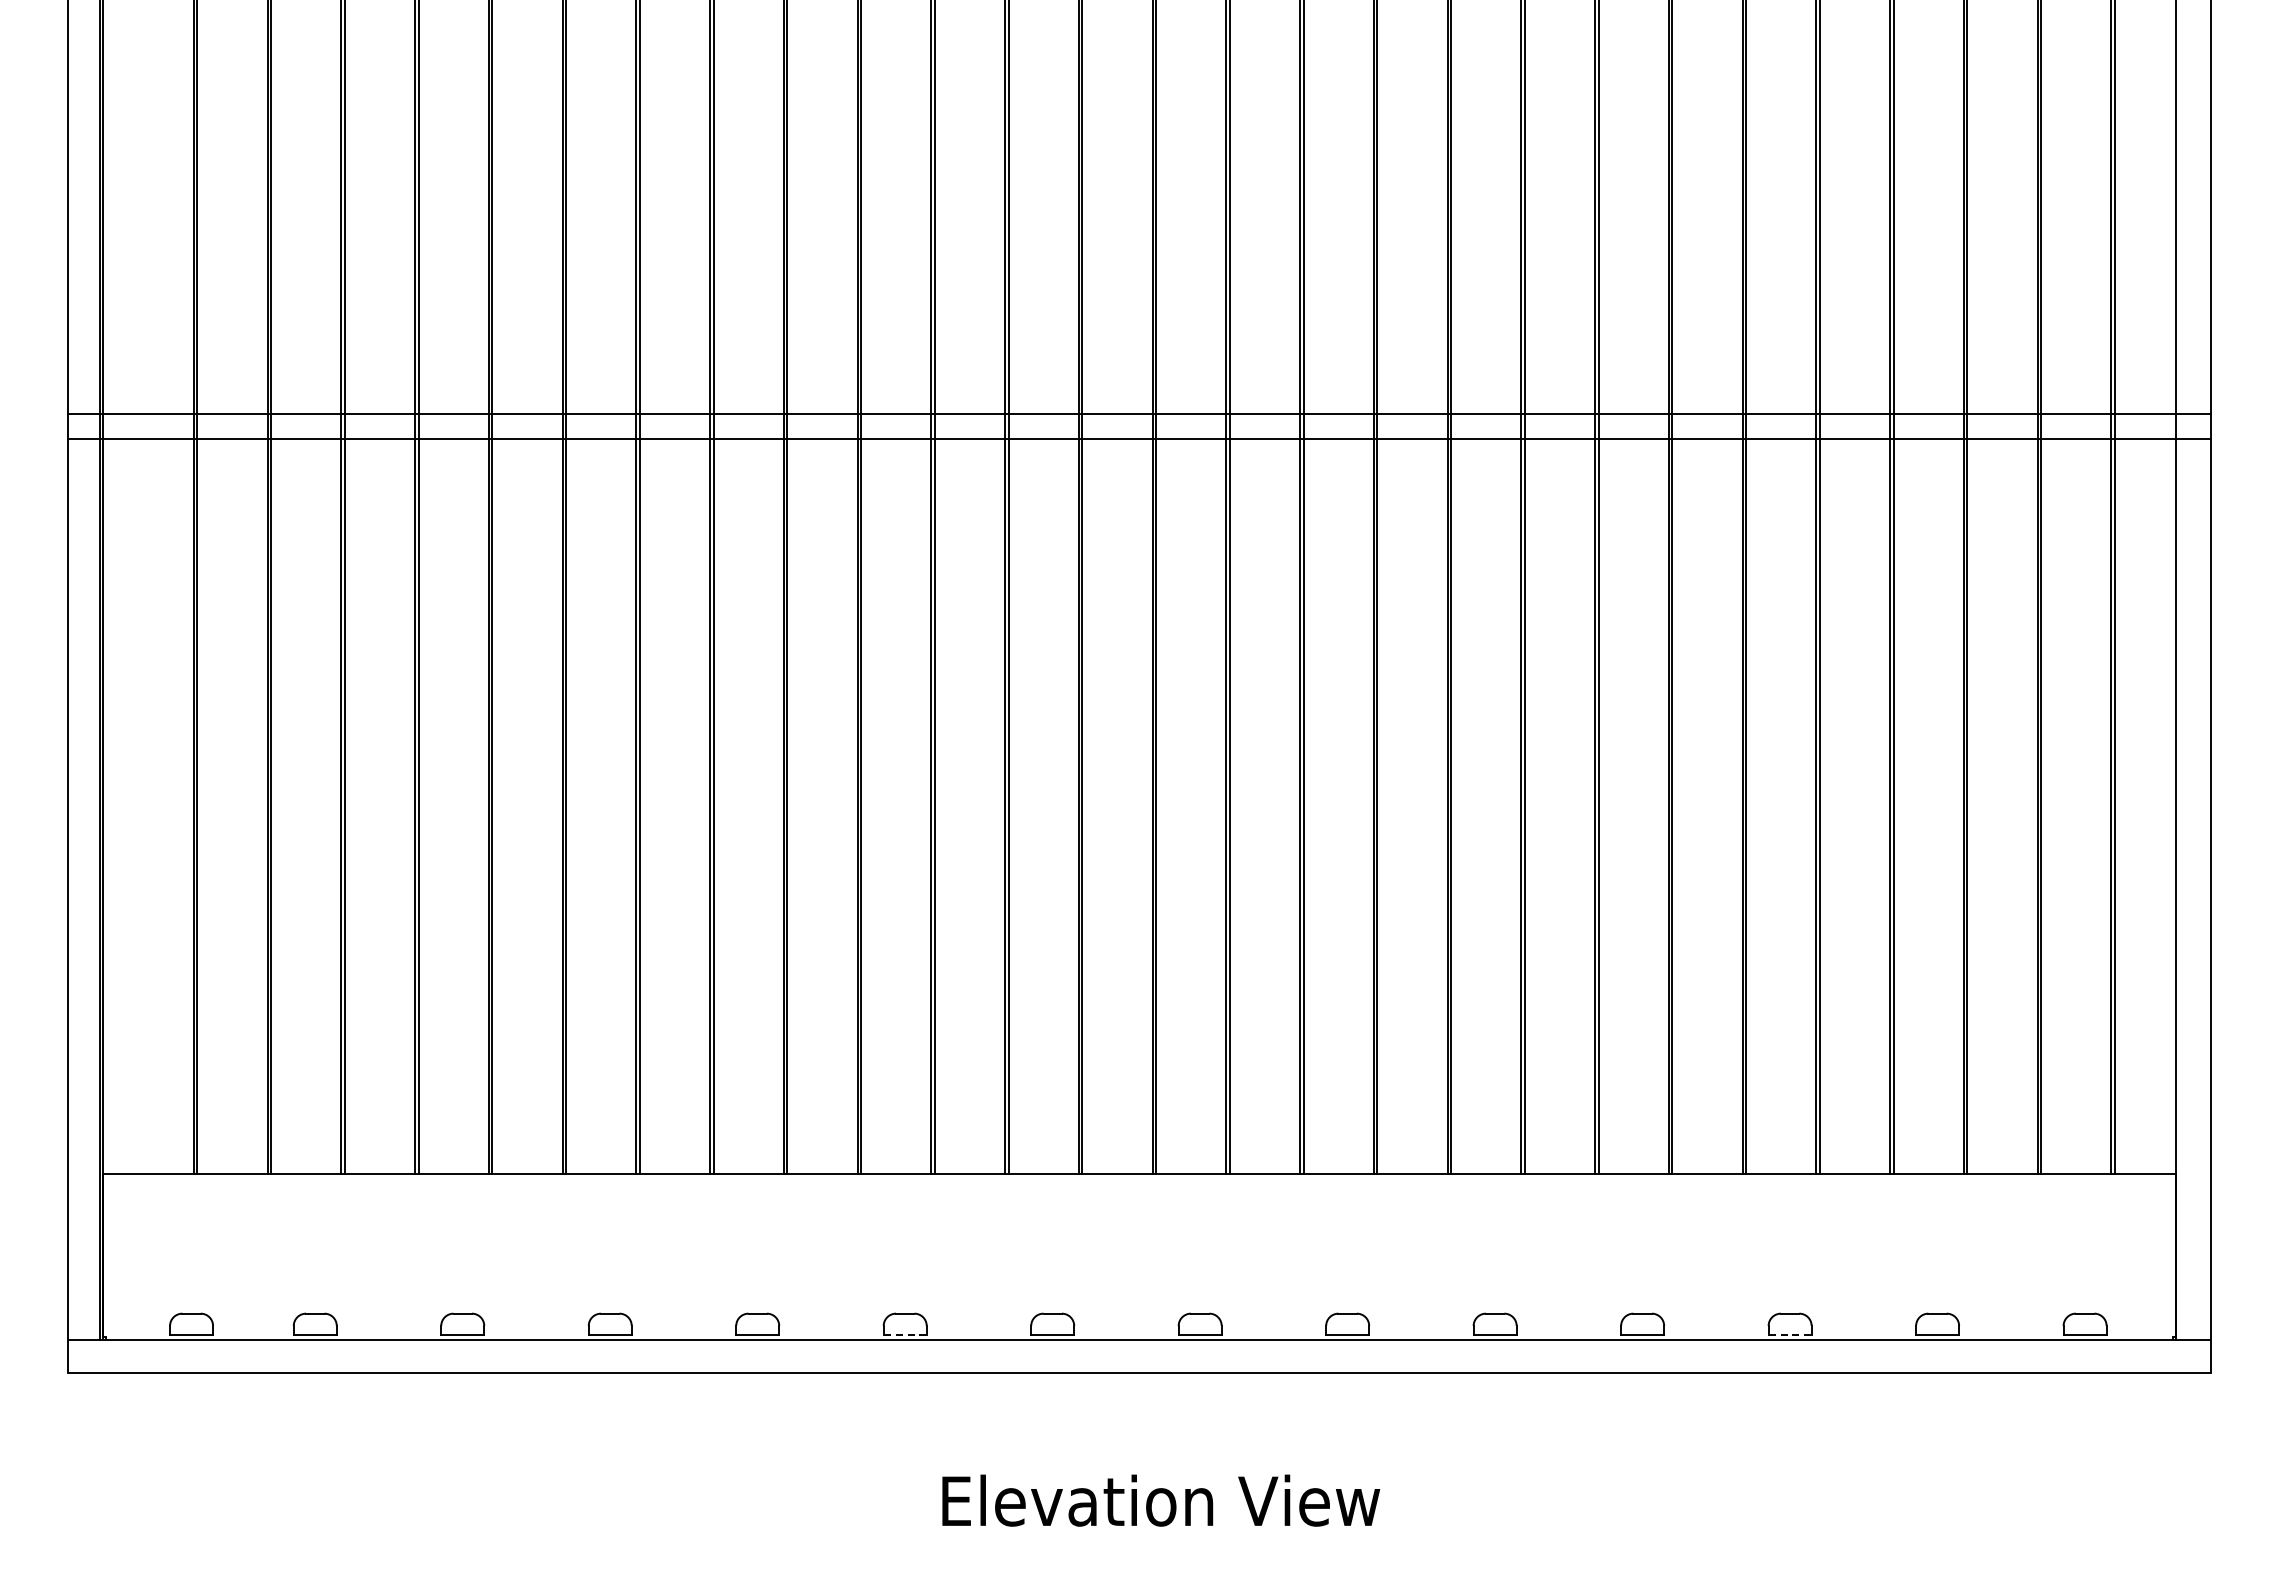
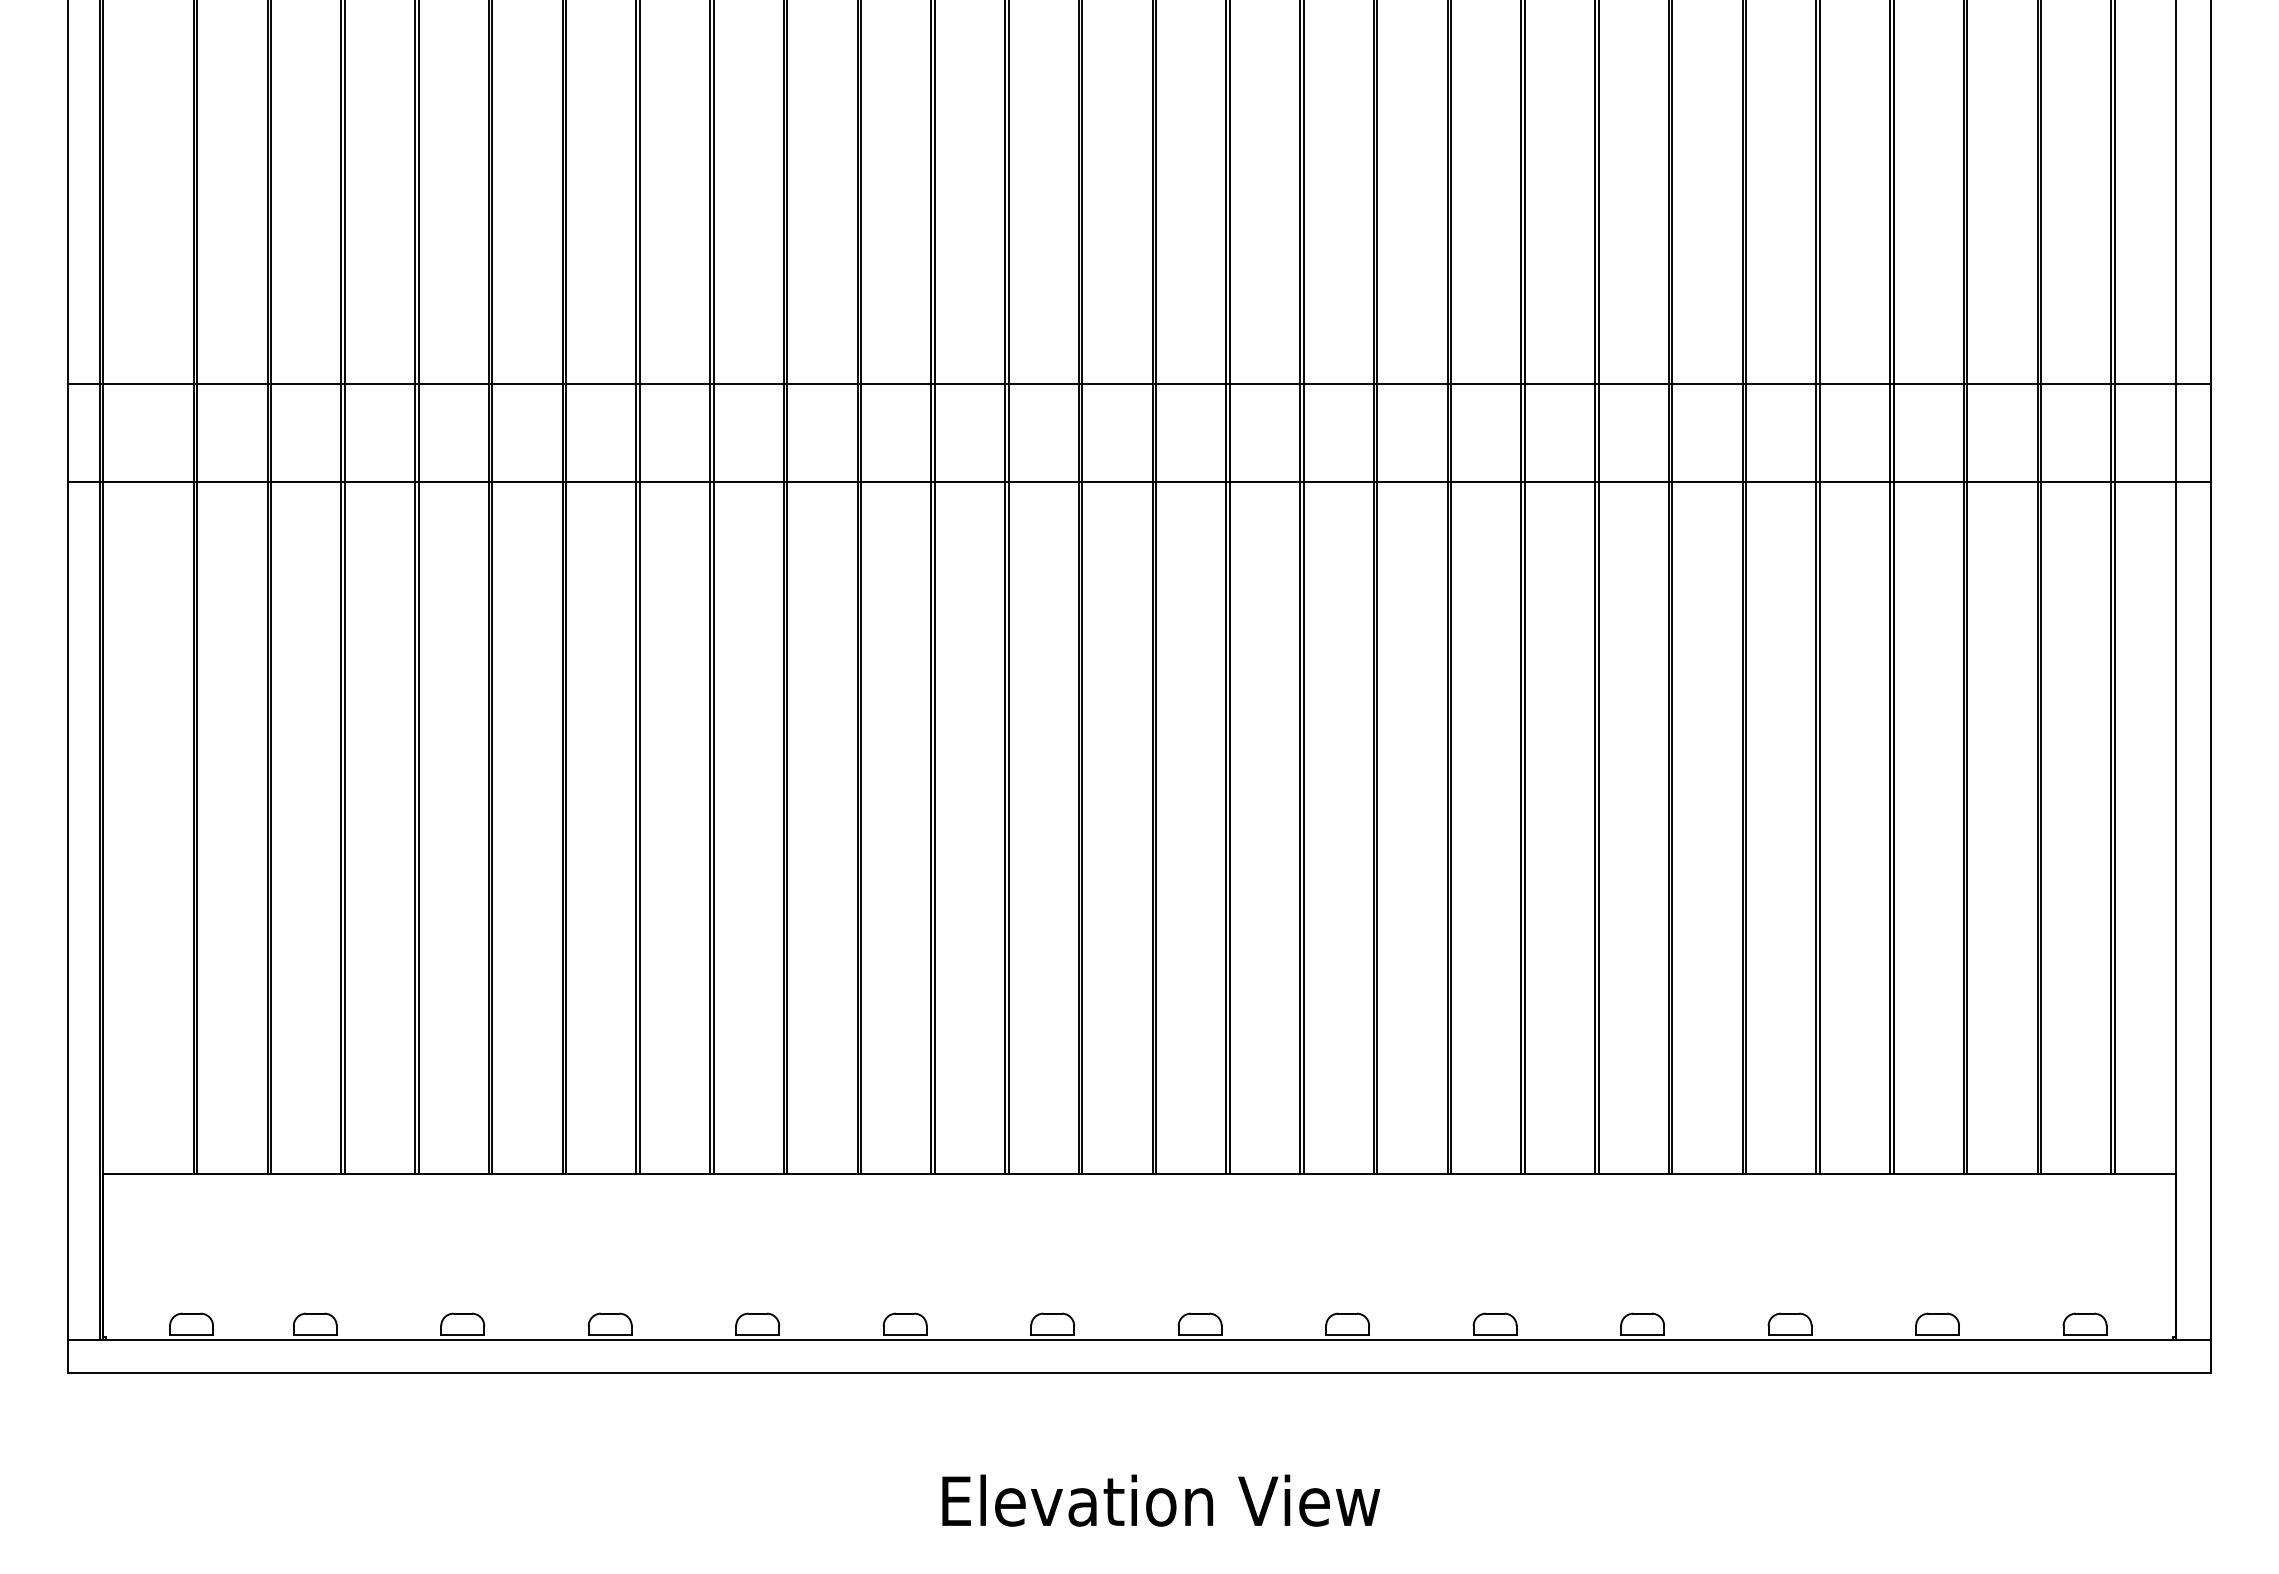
line at (1139, 413) position: (1139, 413) -> (1139, 383)
line at (1139, 439) position: (1139, 439) -> (1139, 482)
line at (905, 1335): dashed -> solid
line at (1790, 1335): dashed -> solid
